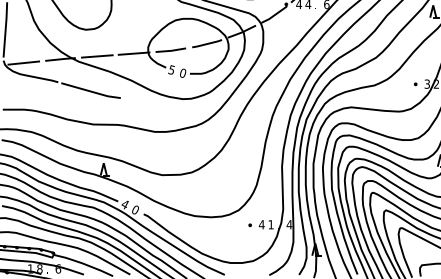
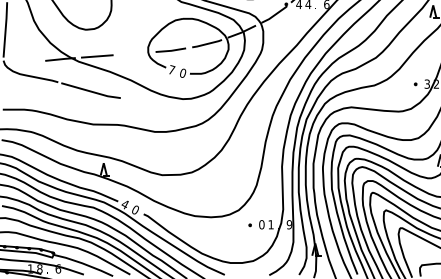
line at (133, 53): present -> none
line at (23, 62): present -> none
text at (171, 69): 5 -> 7
text at (261, 224): 4 -> 0
text at (289, 224): 4 -> 9
